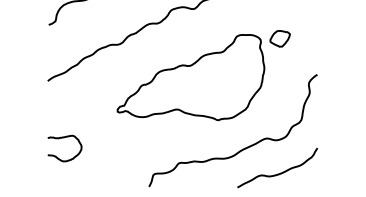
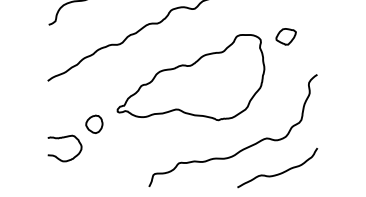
part at (279, 38) position: (279, 38) -> (285, 36)
part at (94, 123): none -> present
